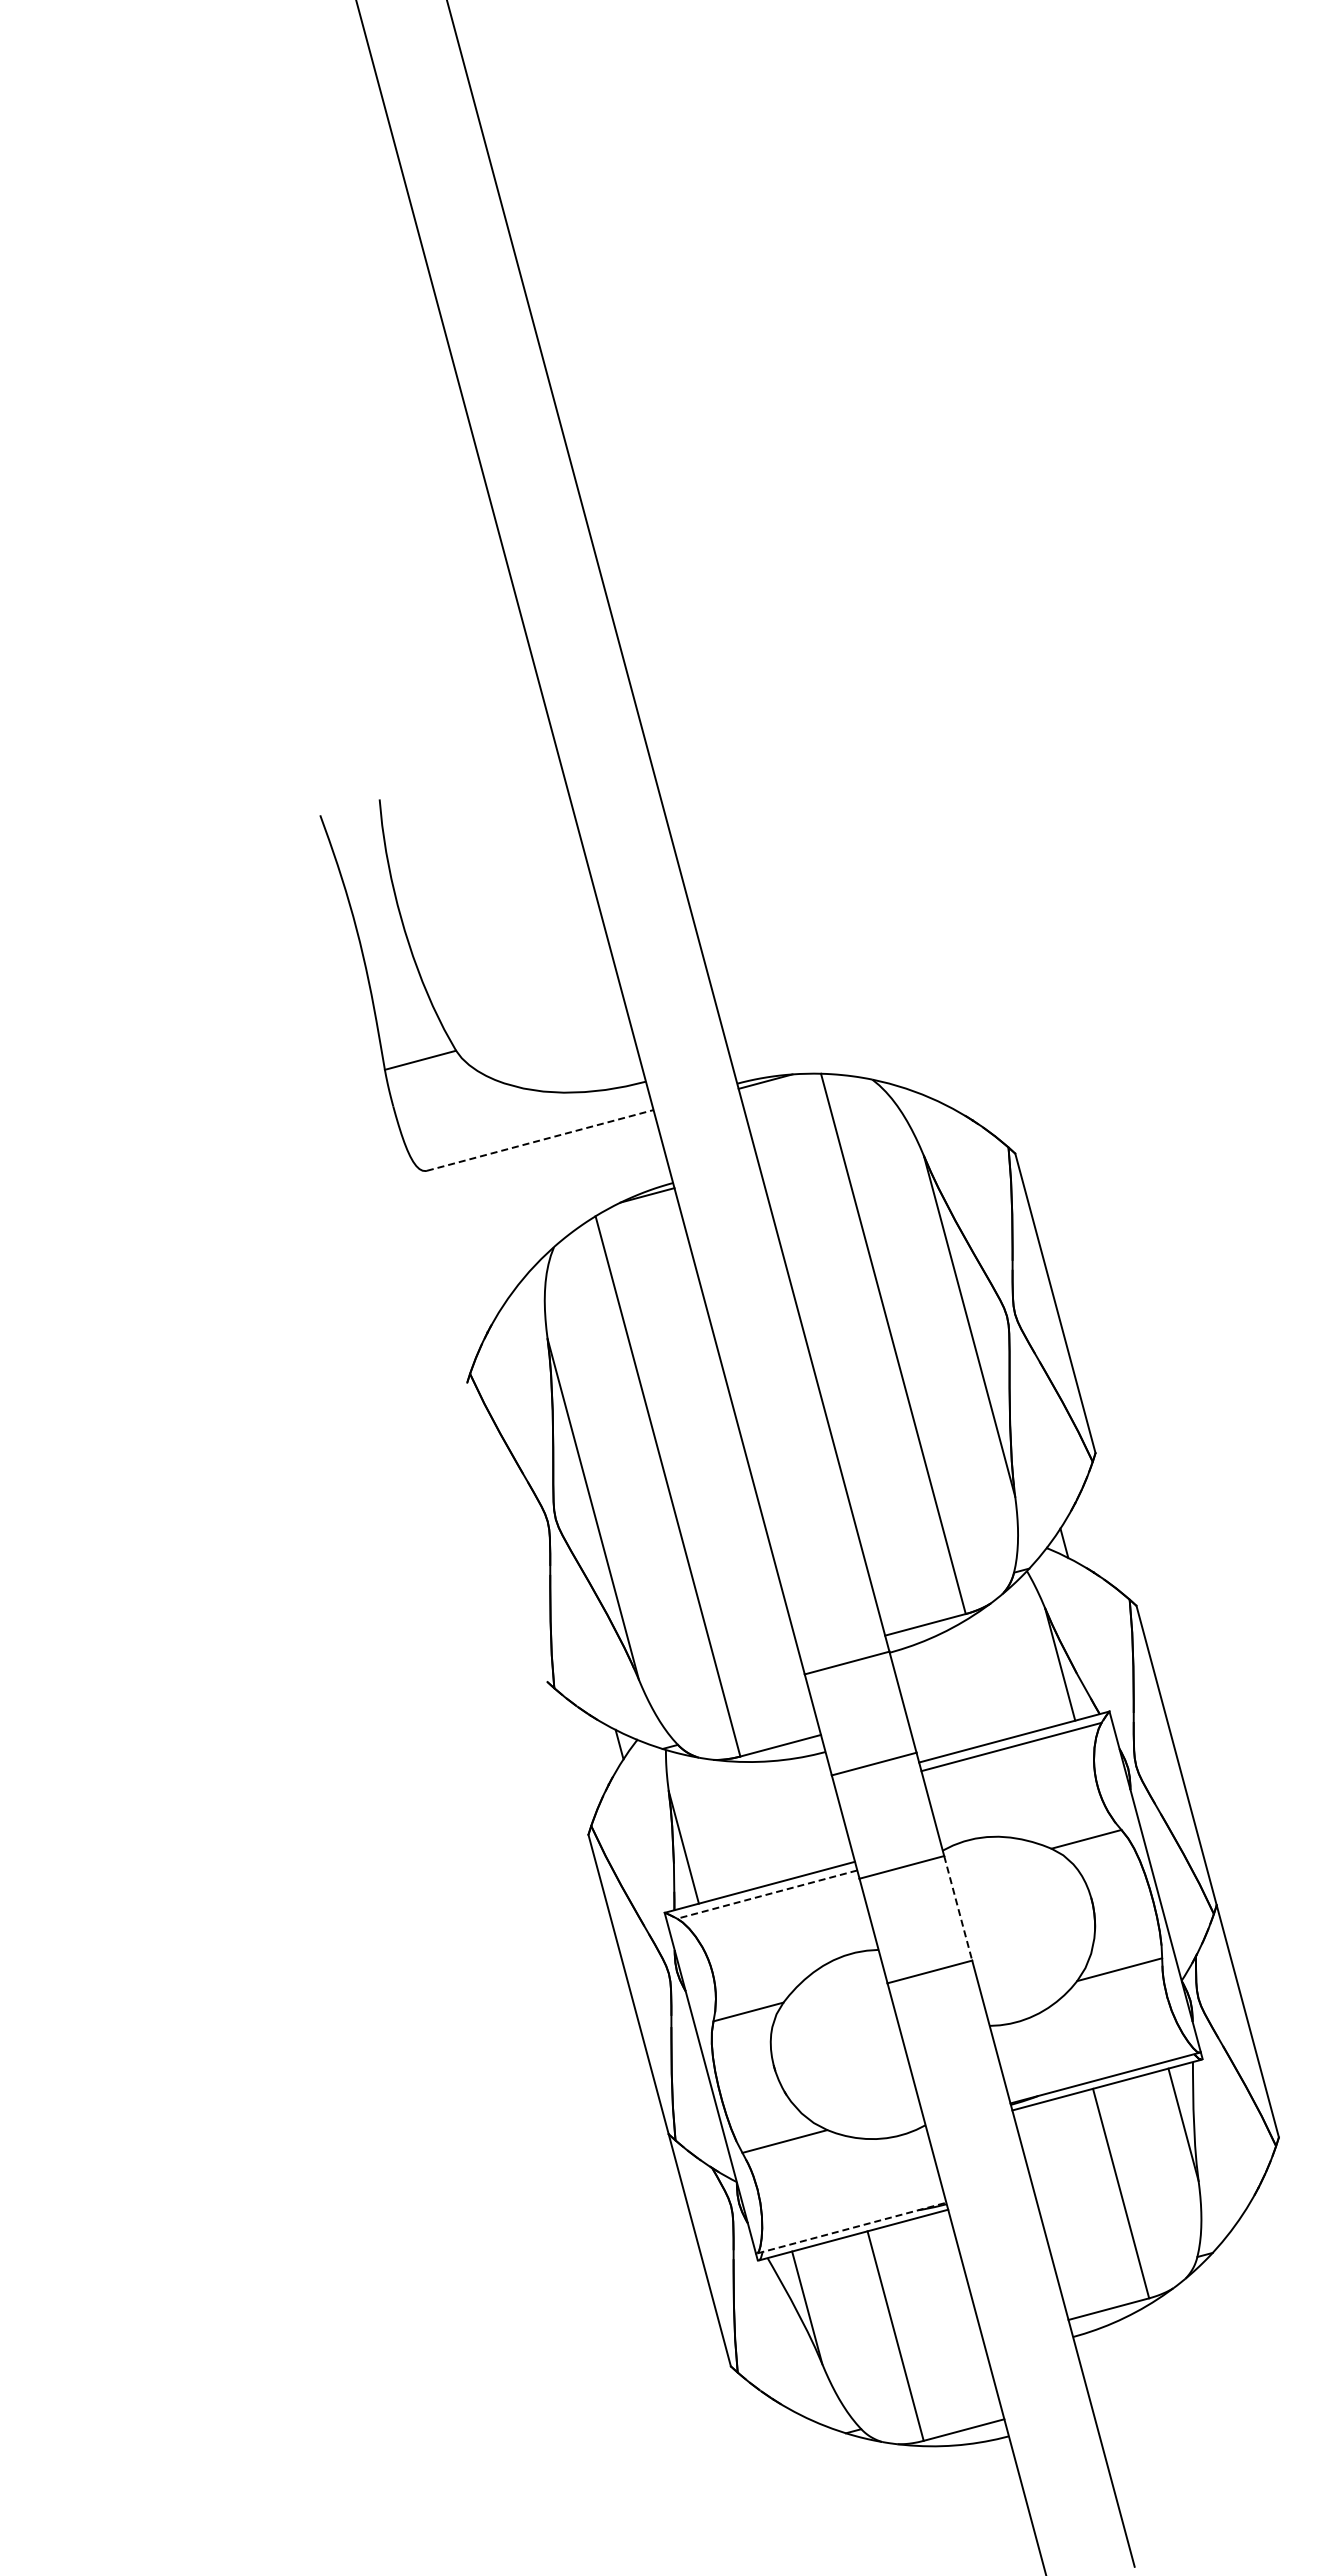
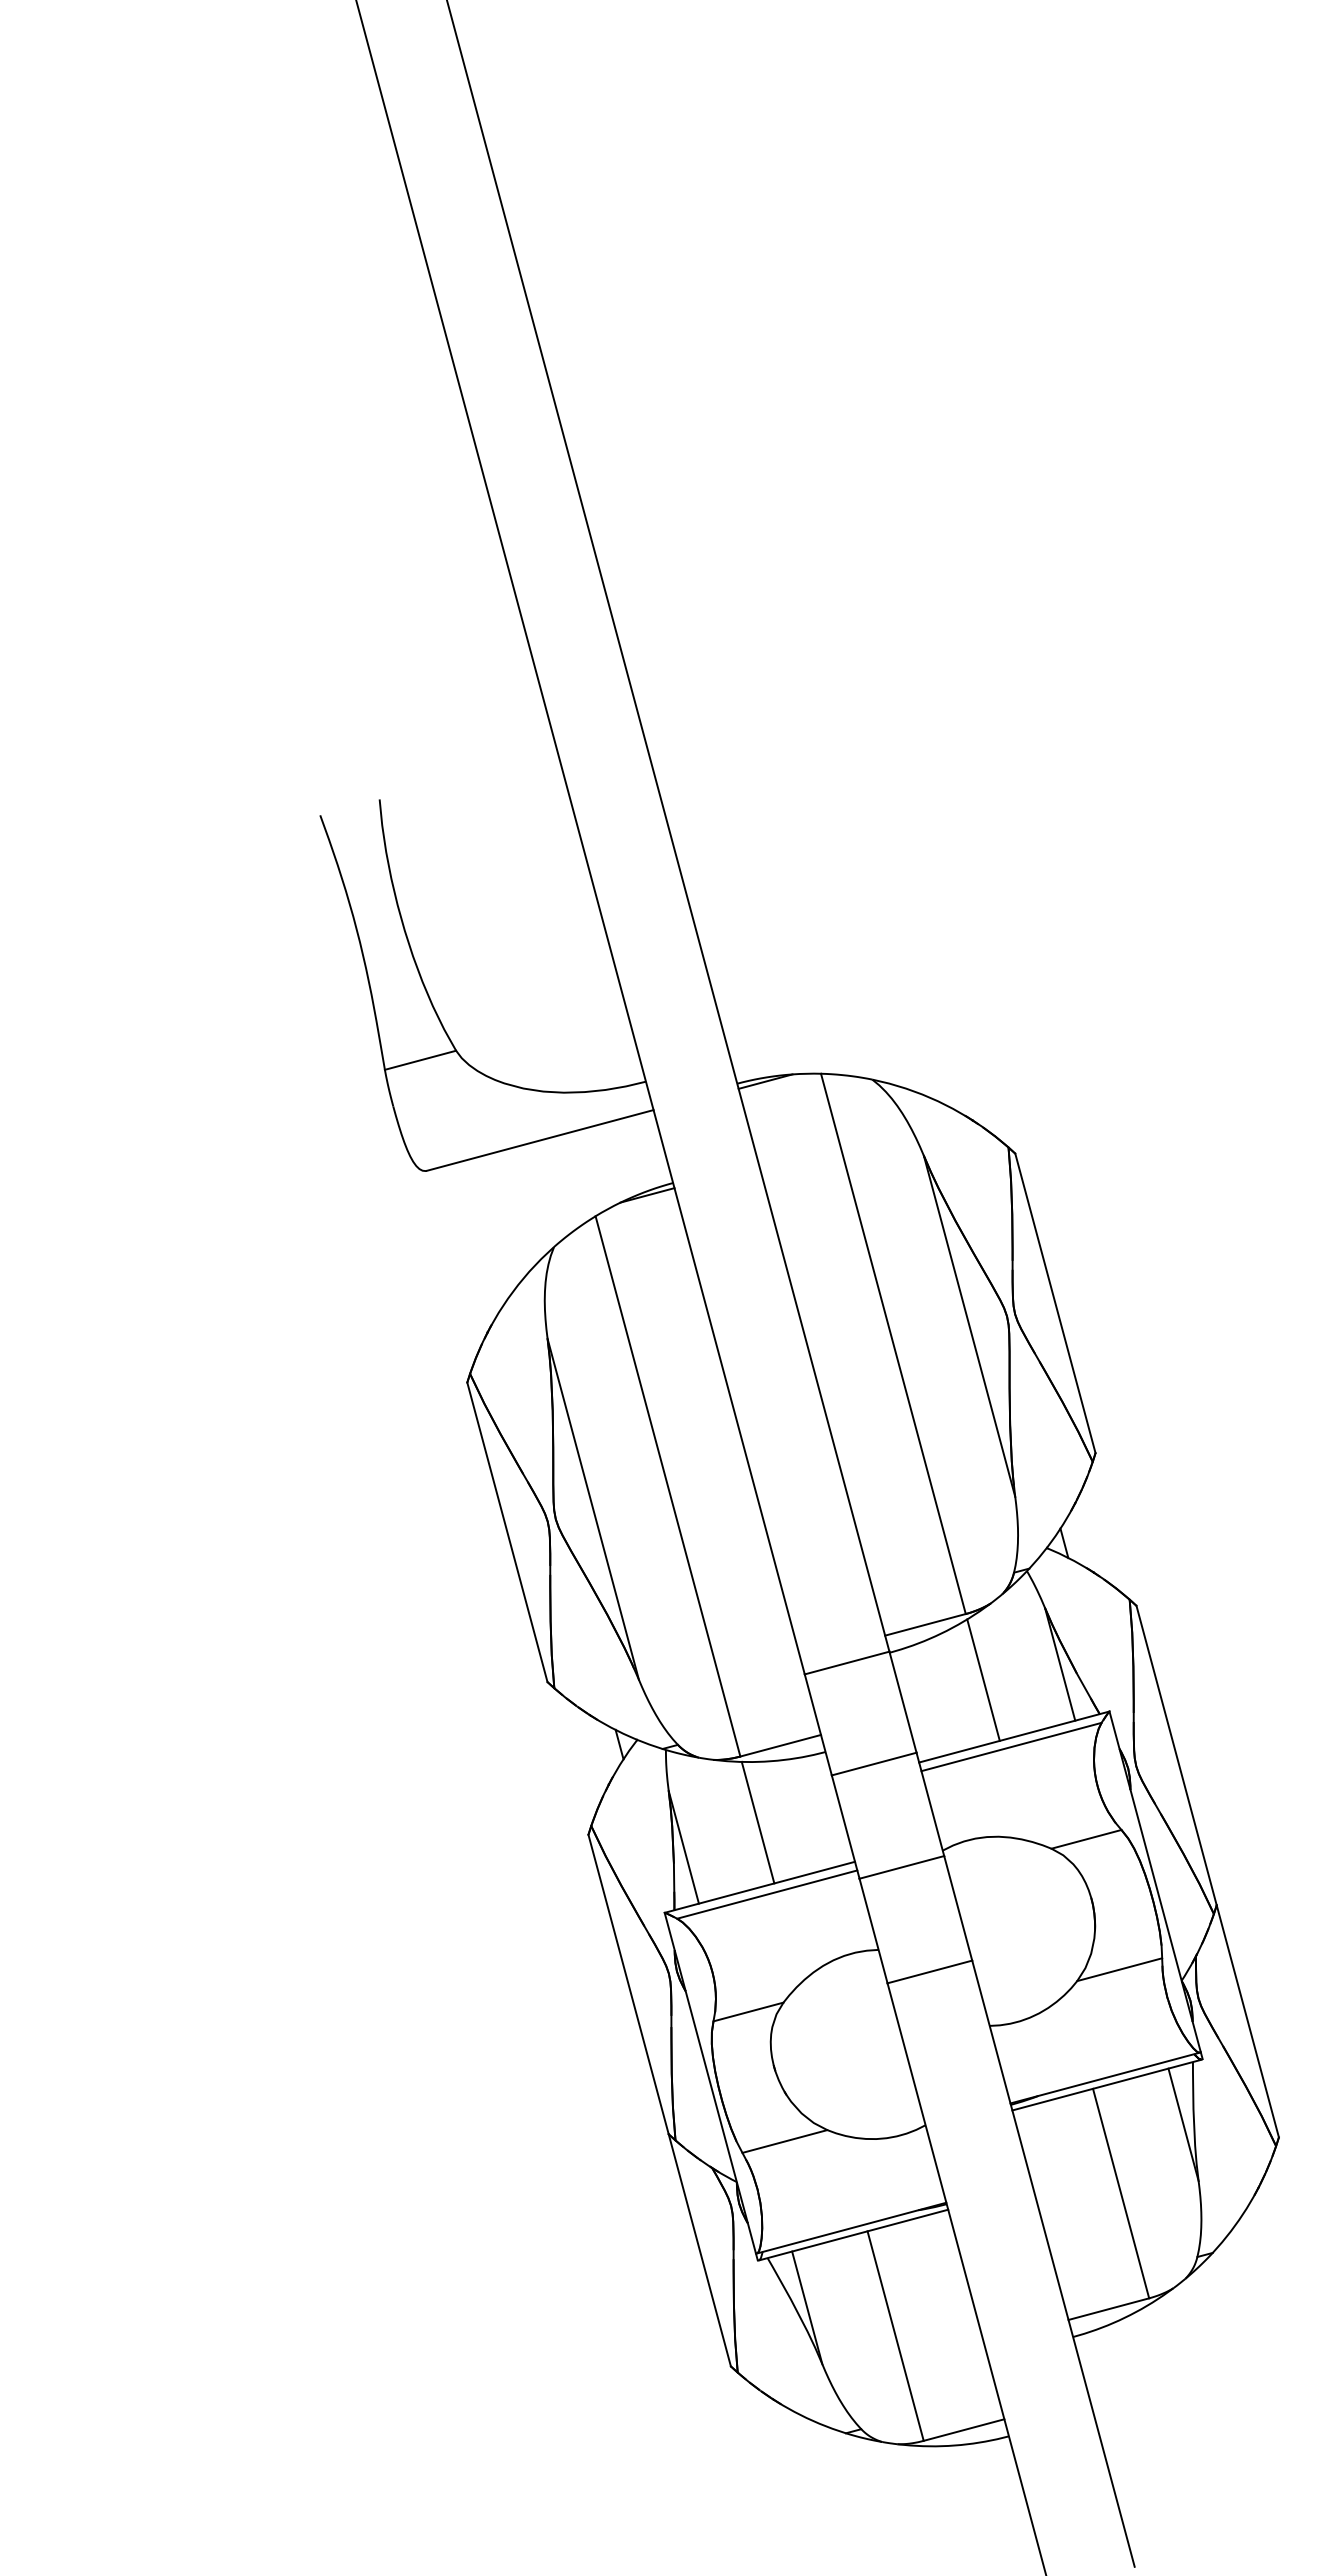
line at (540, 1140): dashed -> solid
line at (507, 1532): none -> present
line at (983, 1679): none -> present
line at (757, 1822): none -> present
line at (766, 1894): dashed -> solid
line at (958, 1908): dashed -> solid
line at (851, 2228): dashed -> solid
